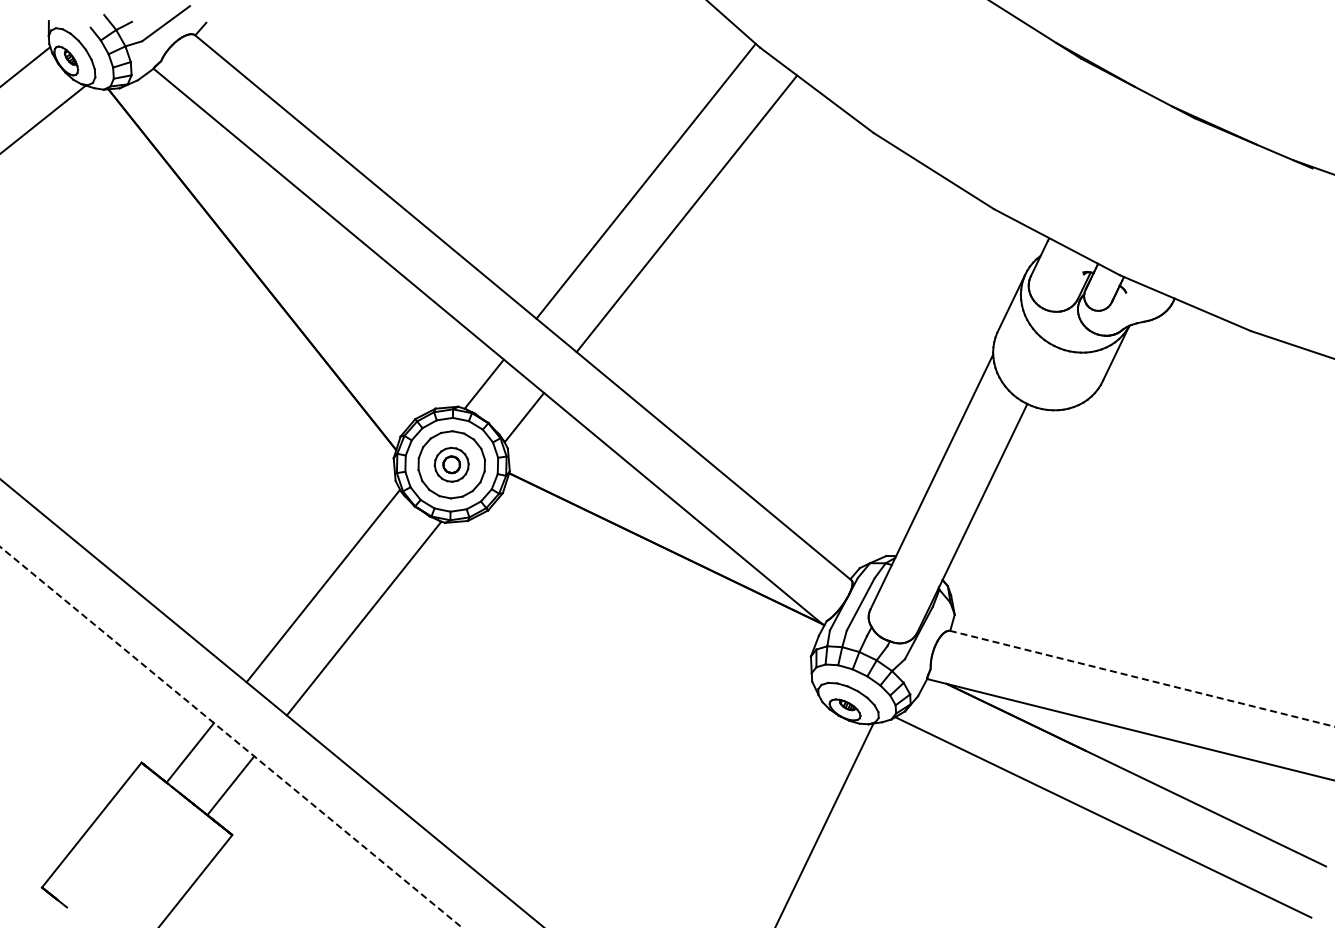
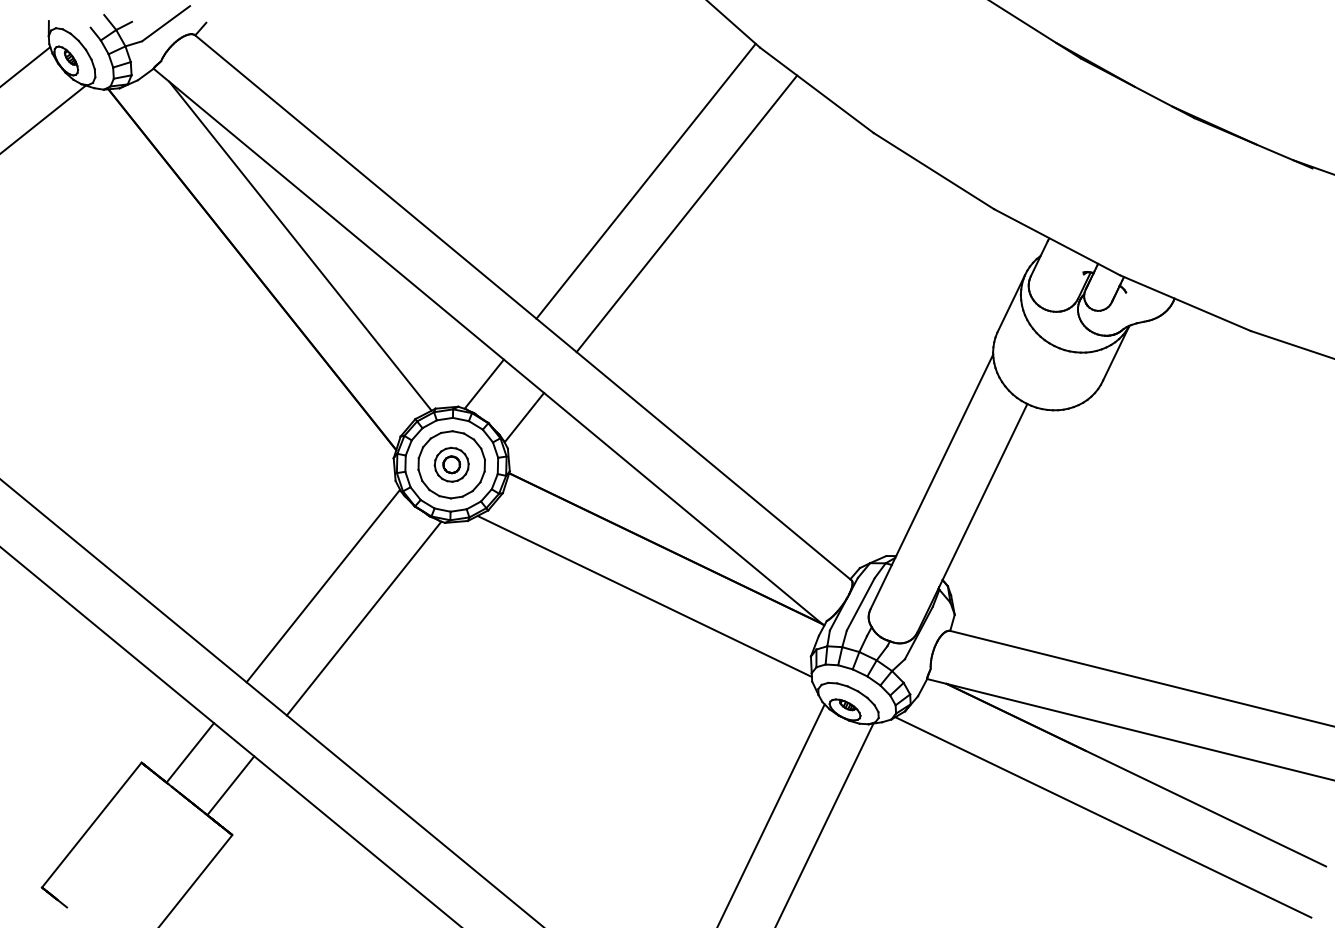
line at (300, 245): none -> present
line at (644, 596): none -> present
line at (1142, 678): dashed -> solid
line at (231, 737): dashed -> solid
line at (771, 814): none -> present
